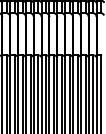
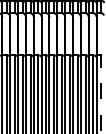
line at (101, 94): solid -> dashed
